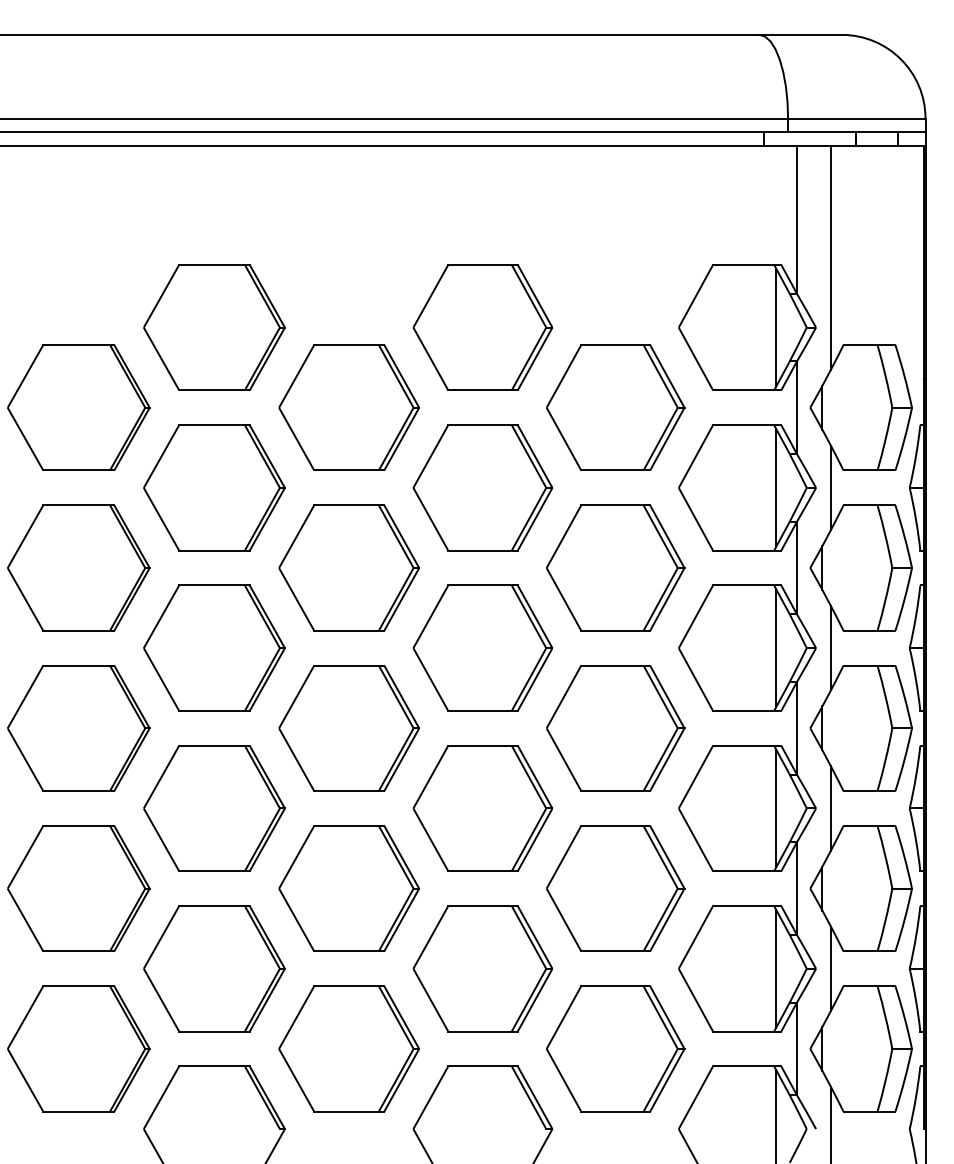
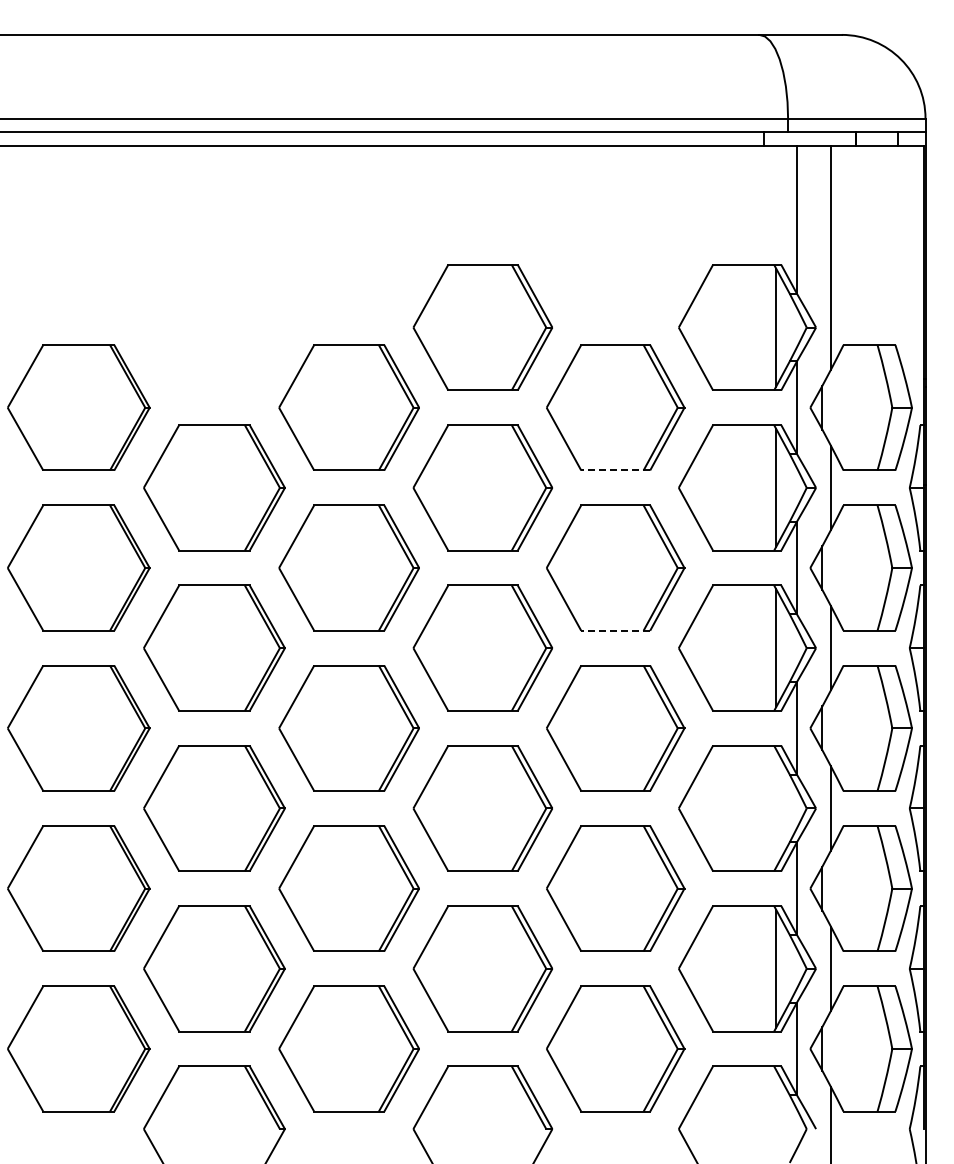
part at (214, 327): present -> none
line at (615, 470): solid -> dashed
line at (615, 630): solid -> dashed
line at (776, 808): present -> none
line at (776, 1115): present -> none
